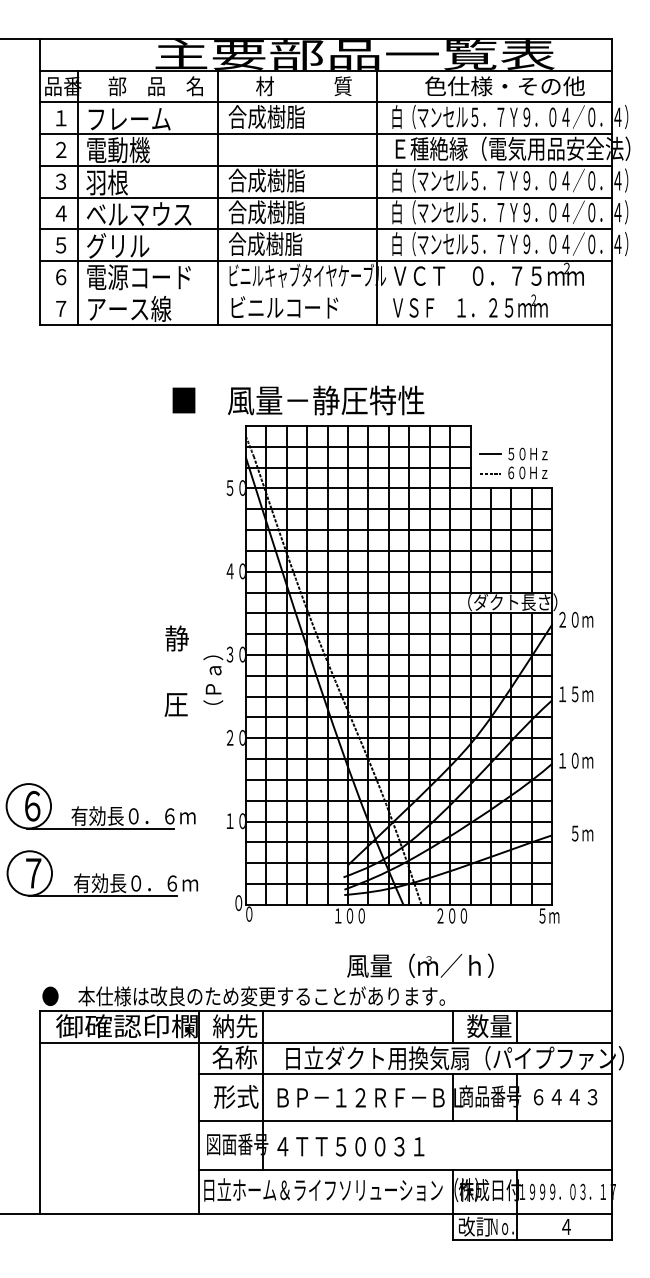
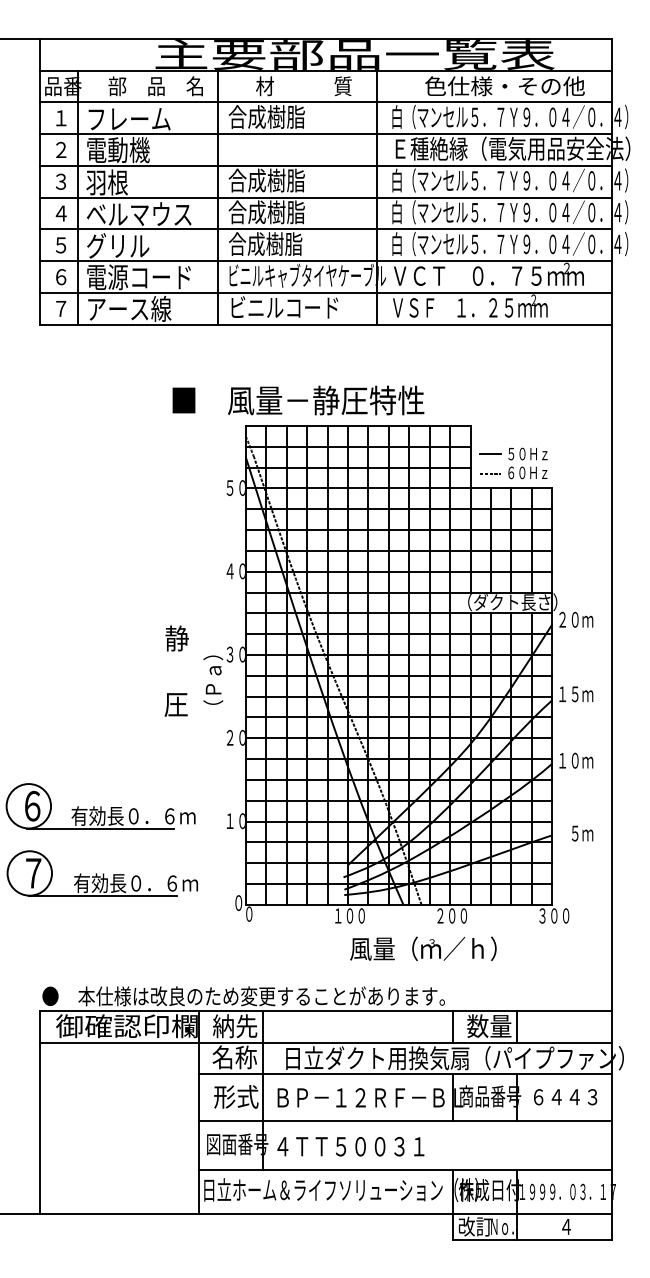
line at (325, 293): none -> present
text at (554, 915): ５ｍ -> ３００
text at (420, 965) position: (420, 965) -> (423, 948)
